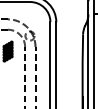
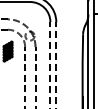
line at (50, 64): solid -> dashed
line at (56, 64): solid -> dashed
